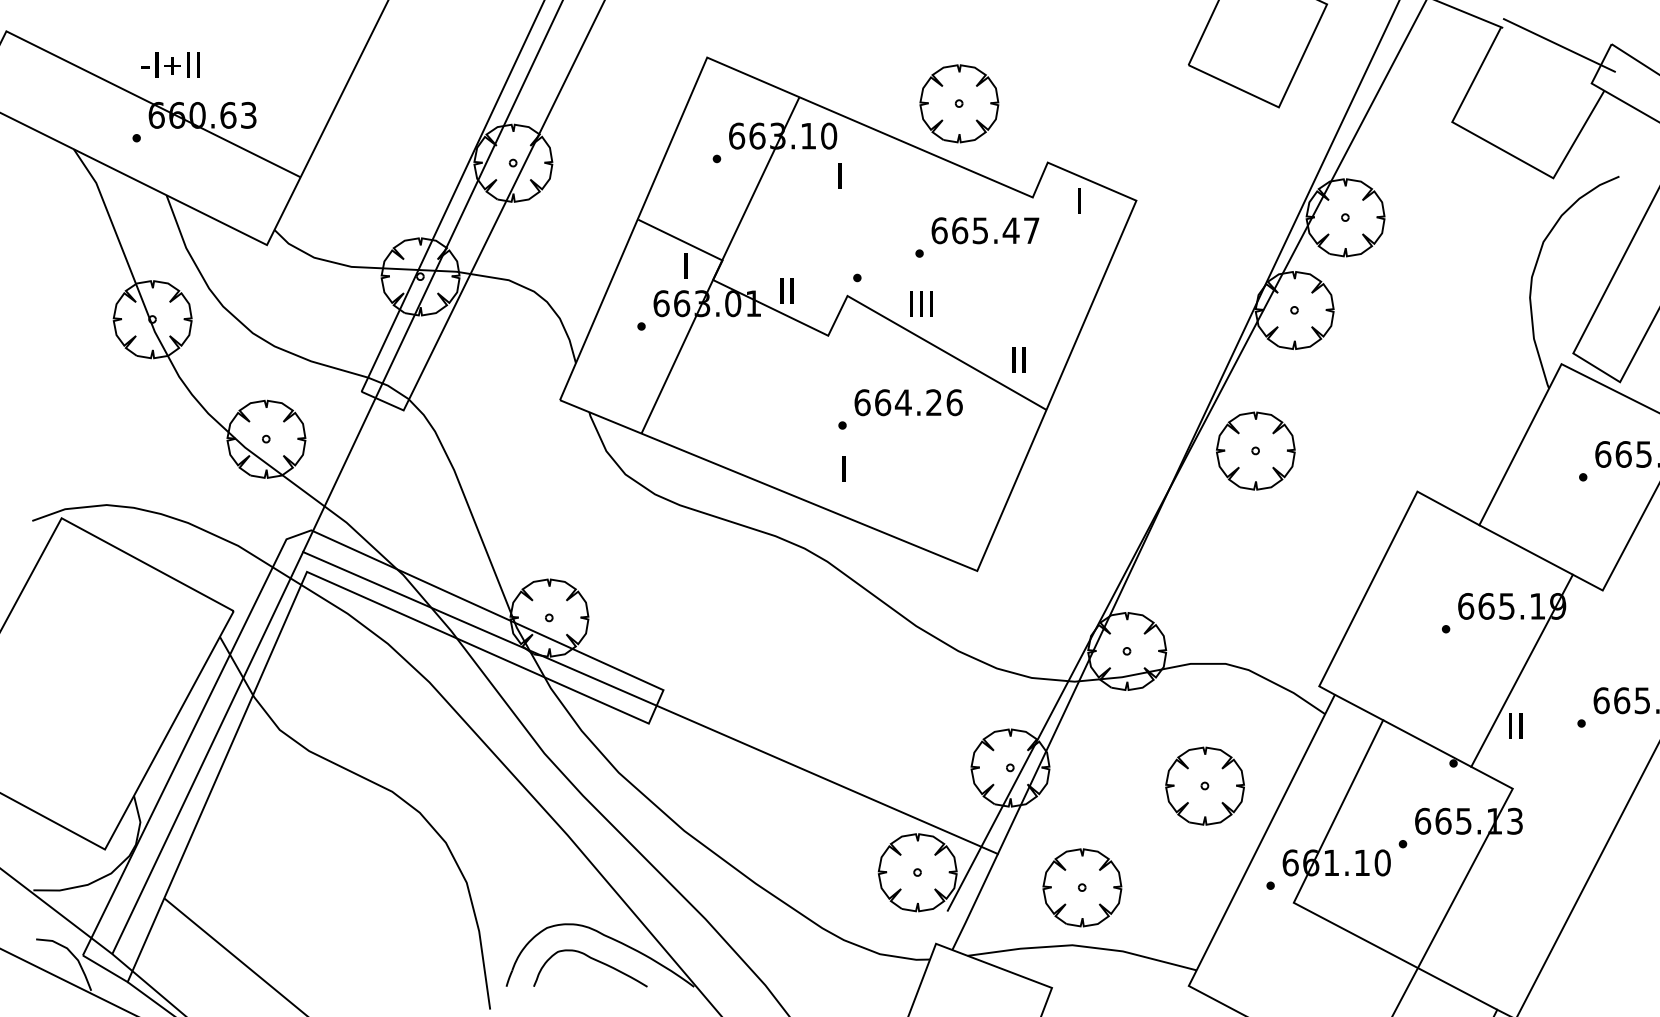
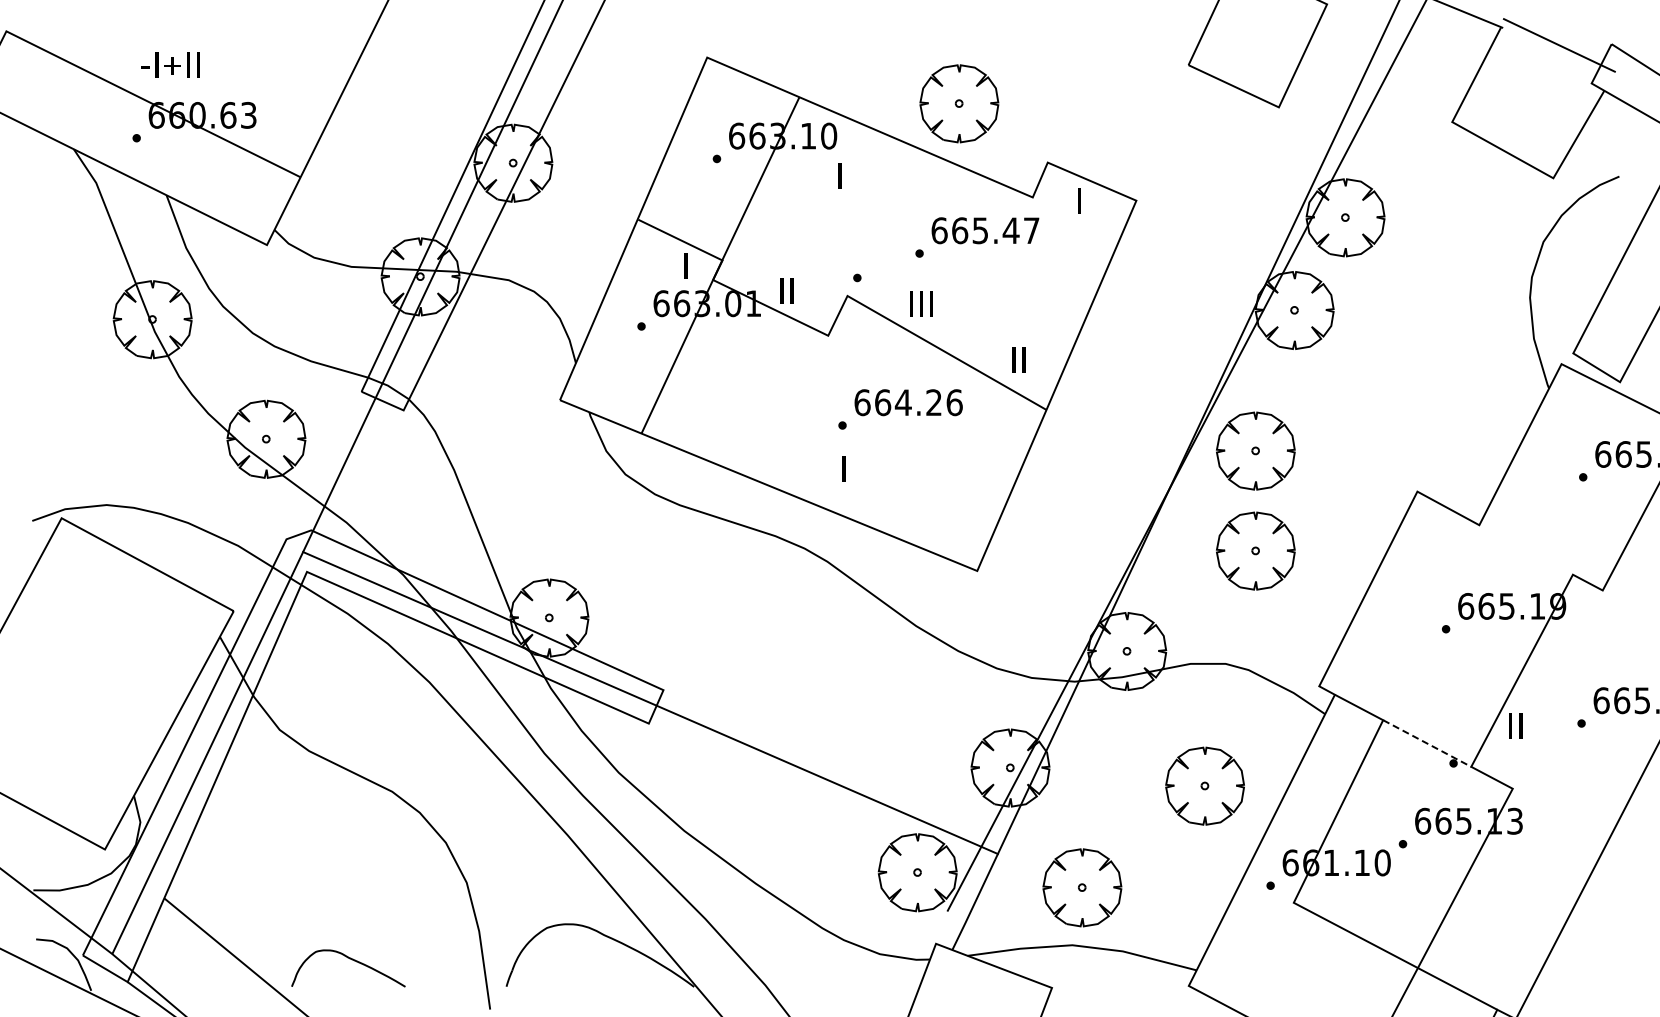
line at (1525, 549): present -> none
part at (1255, 550): none -> present
line at (1427, 743): solid -> dashed
curve at (594, 960) position: (594, 960) -> (352, 960)
